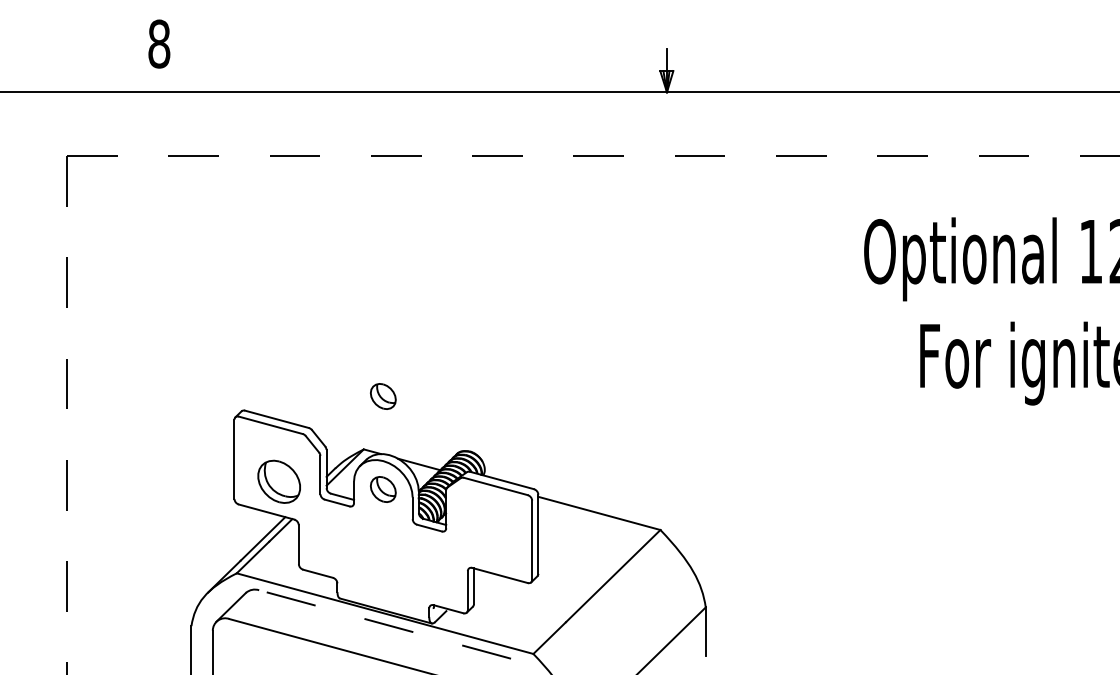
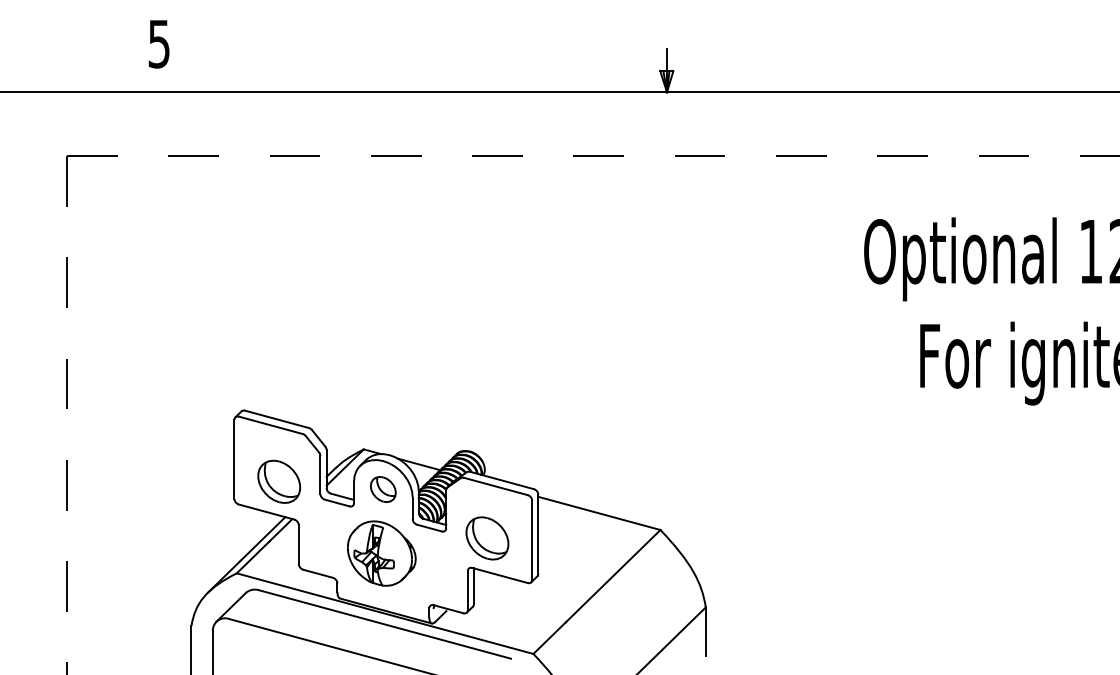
text at (159, 43): 8 -> 5
part at (383, 396): present -> none
part at (487, 538): none -> present
part at (381, 553): none -> present
line at (385, 624): dashed -> solid
